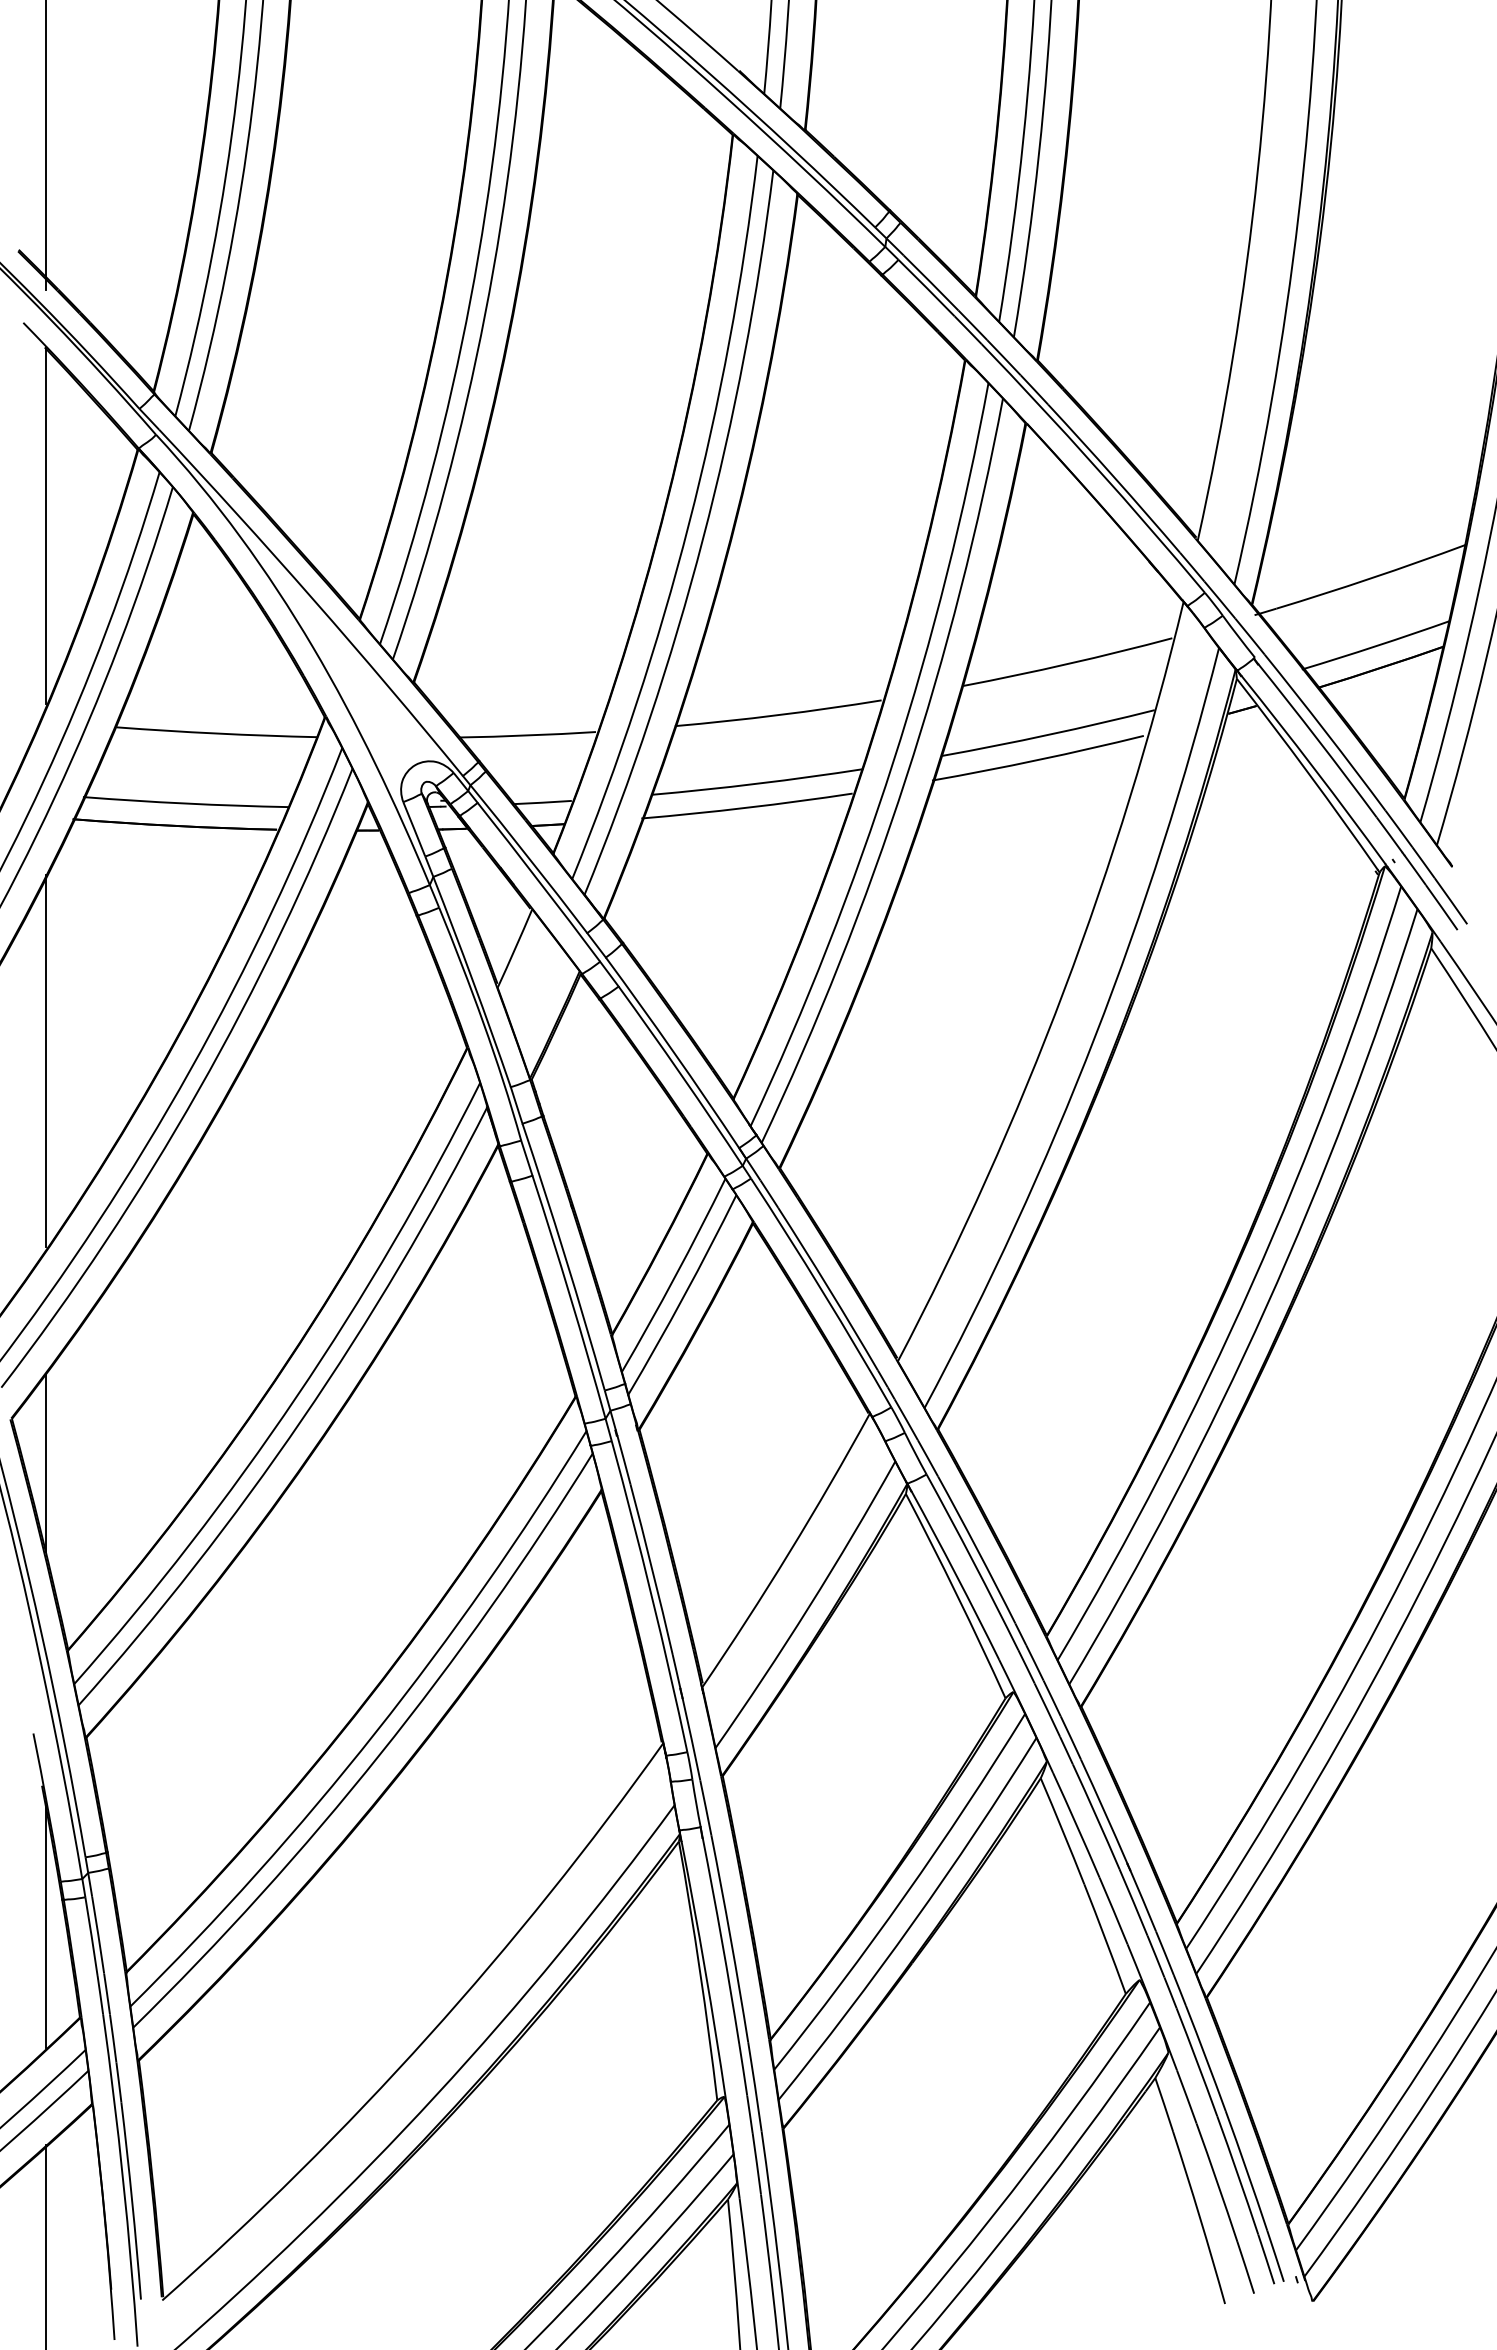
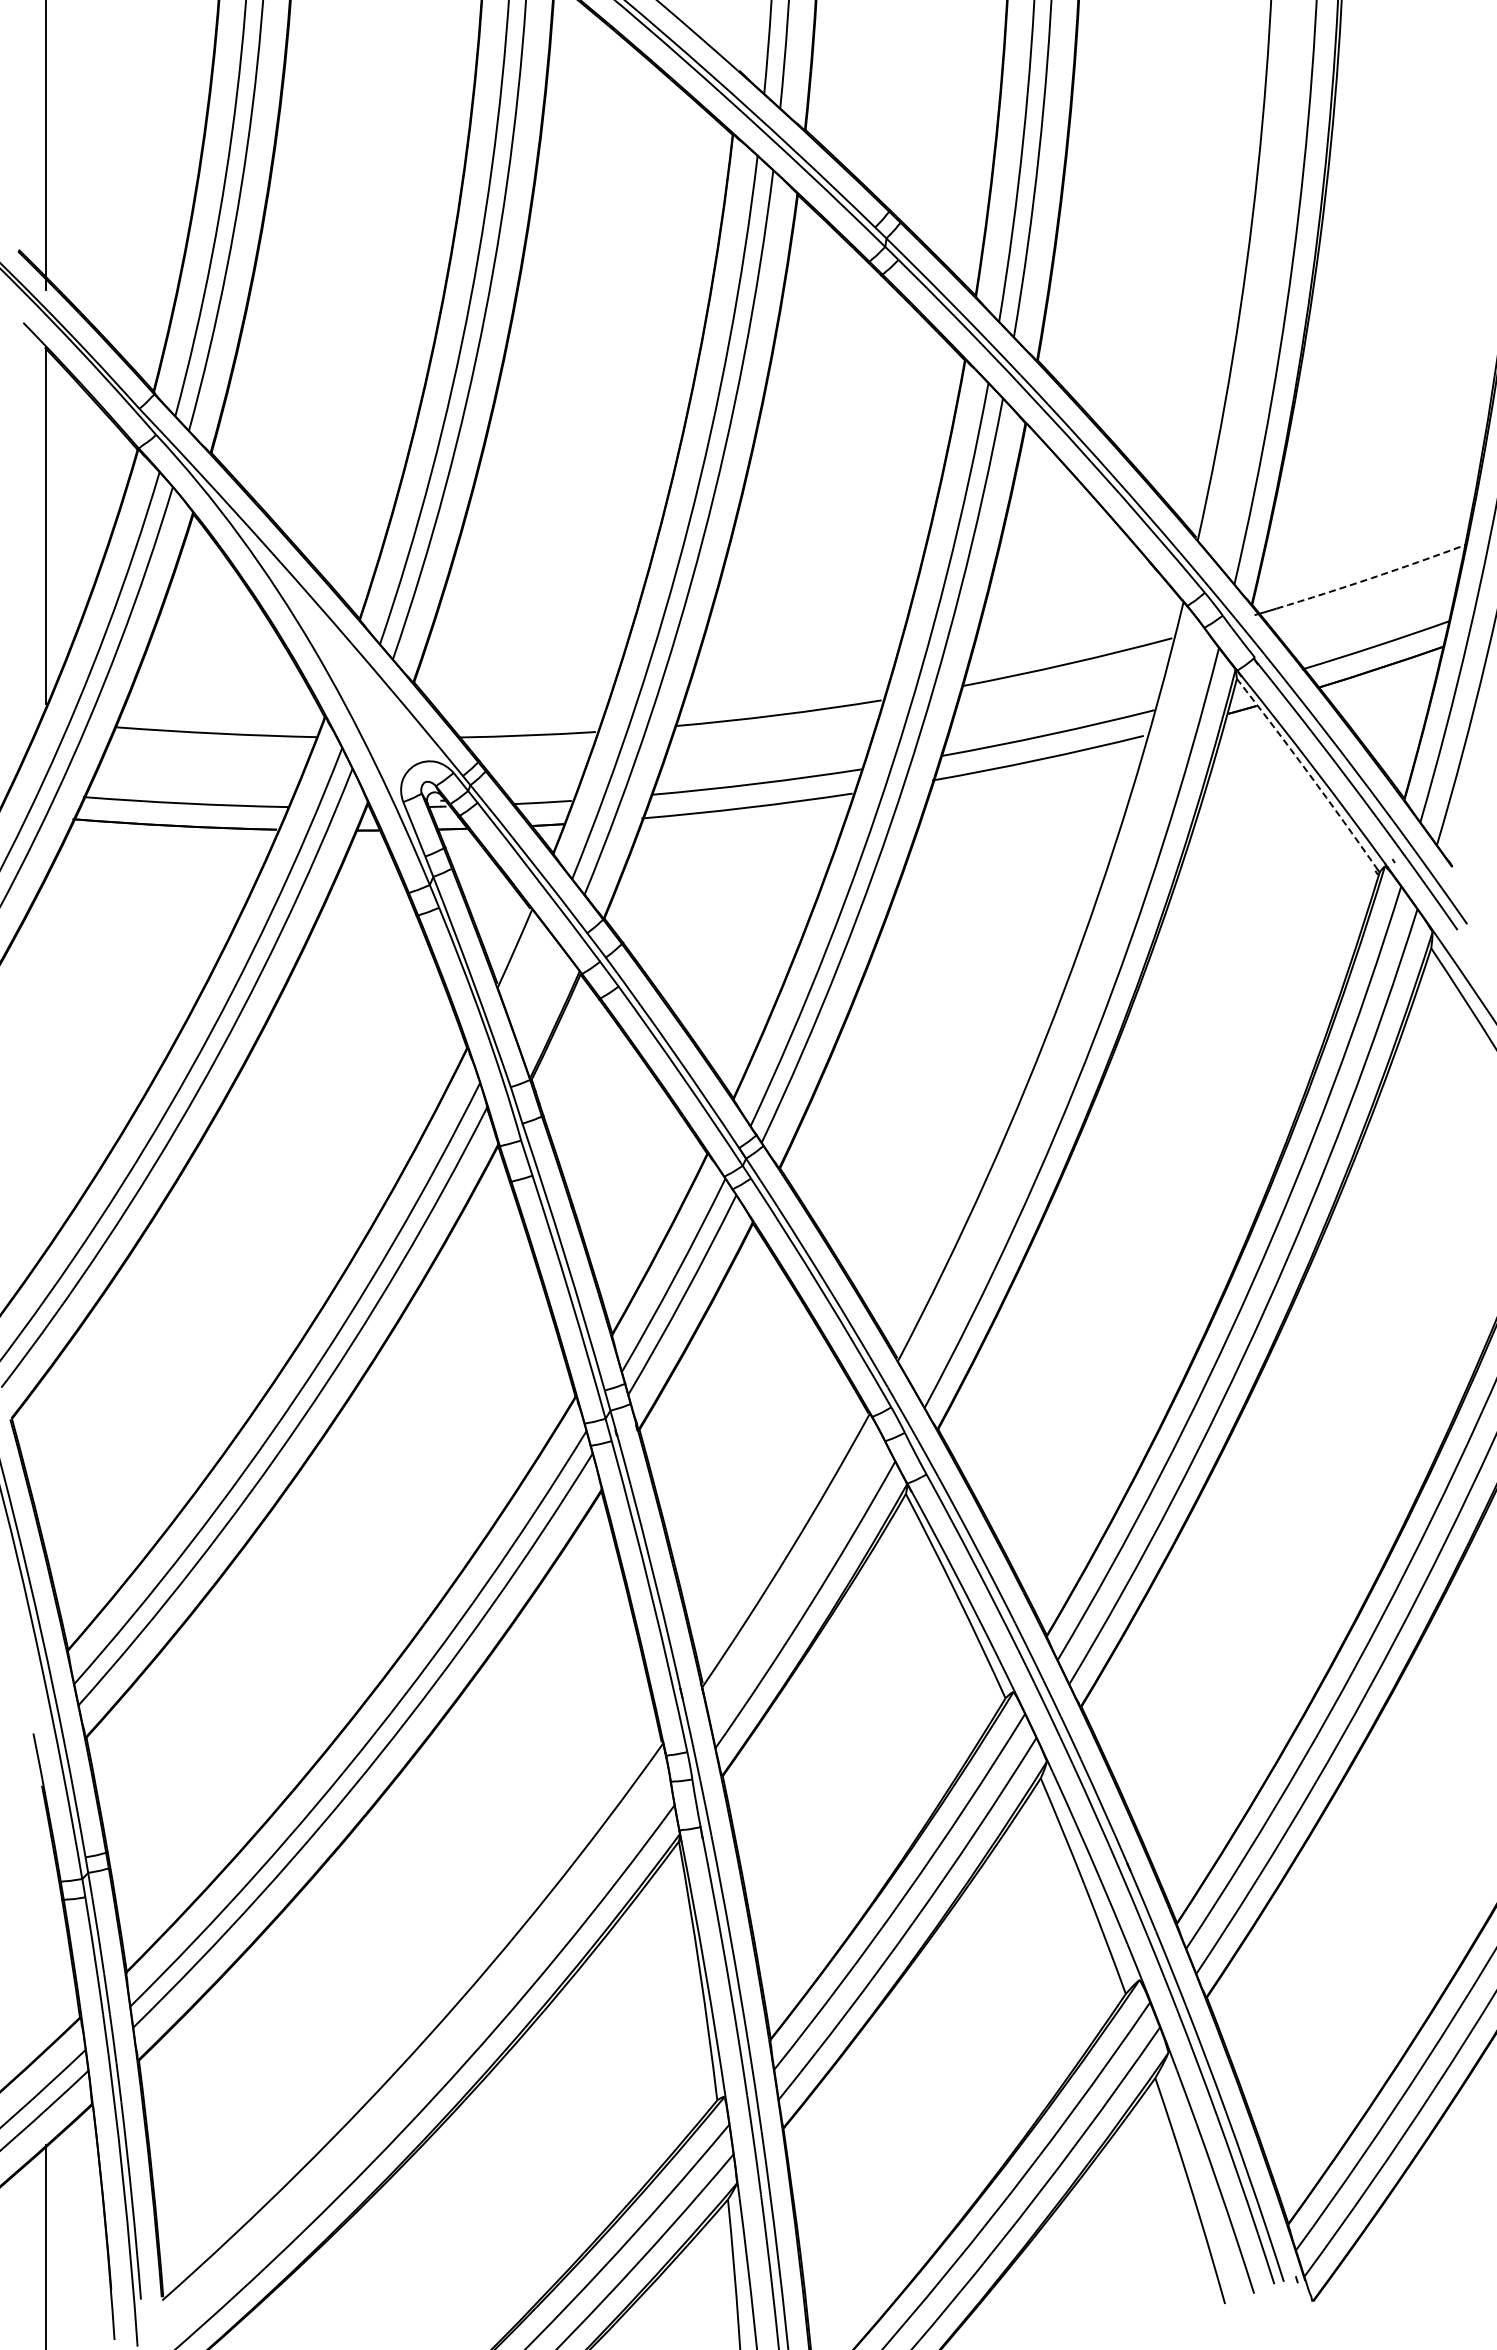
arc at (1371, 578): solid -> dashed
arc at (1308, 773): solid -> dashed
line at (45, 1060): present -> none
line at (45, 1463): present -> none
line at (45, 1926): present -> none
